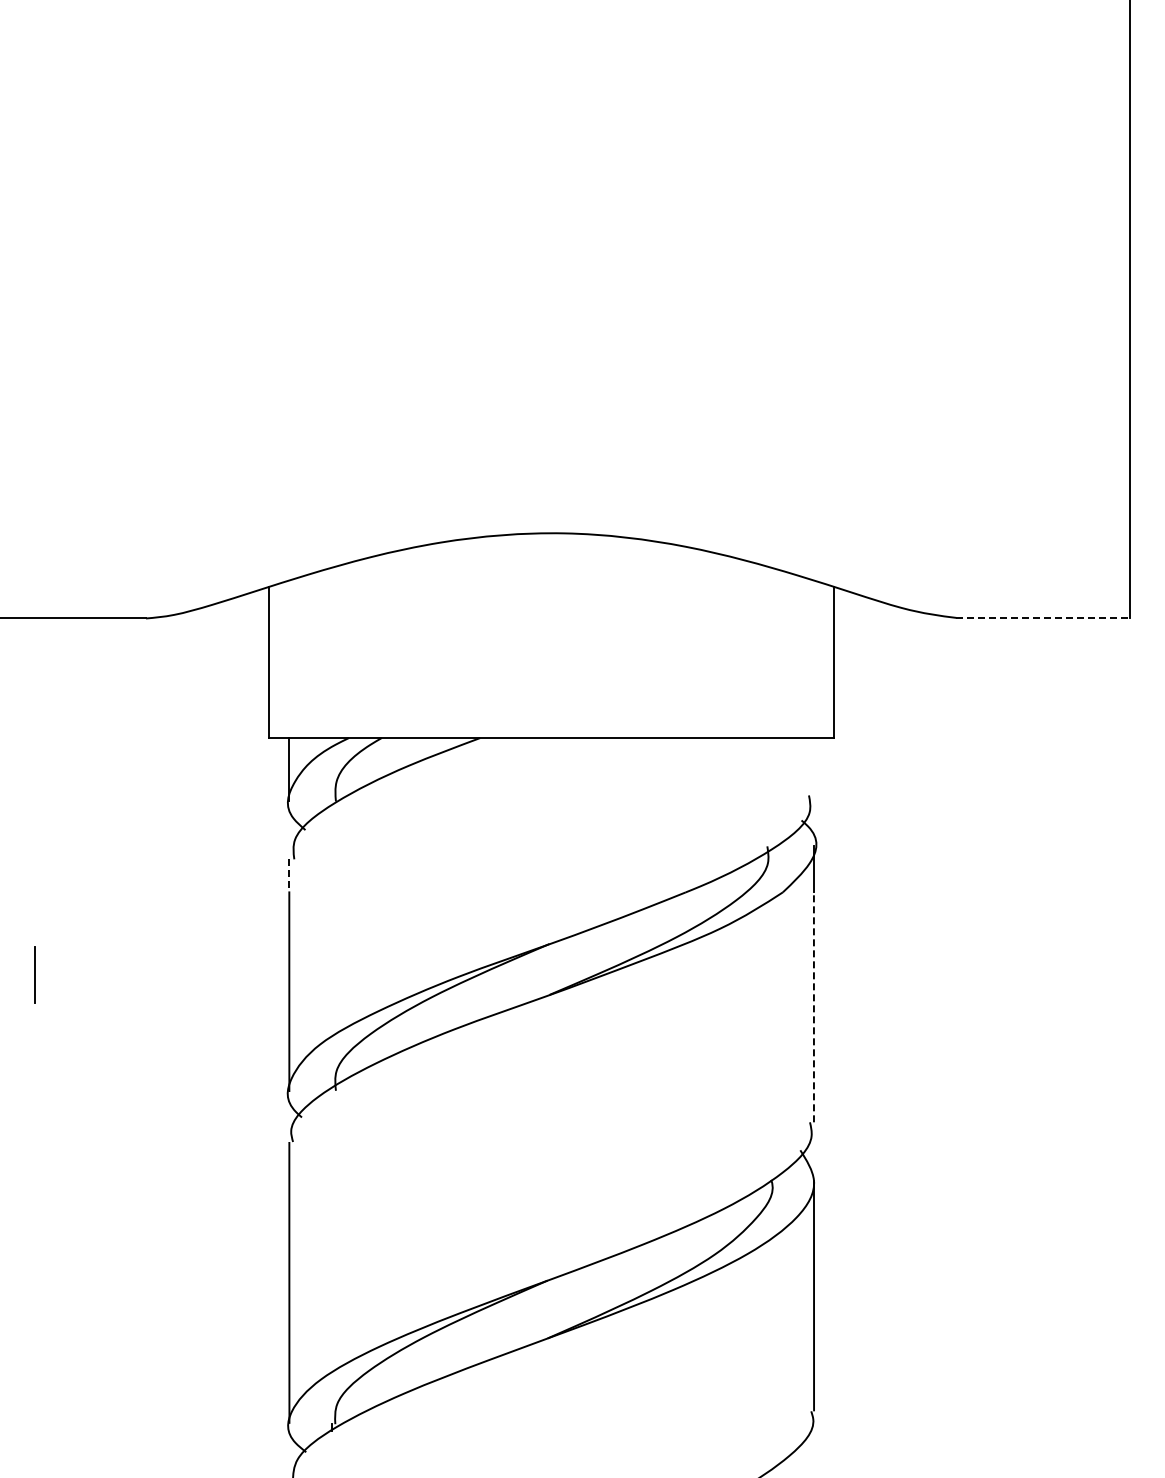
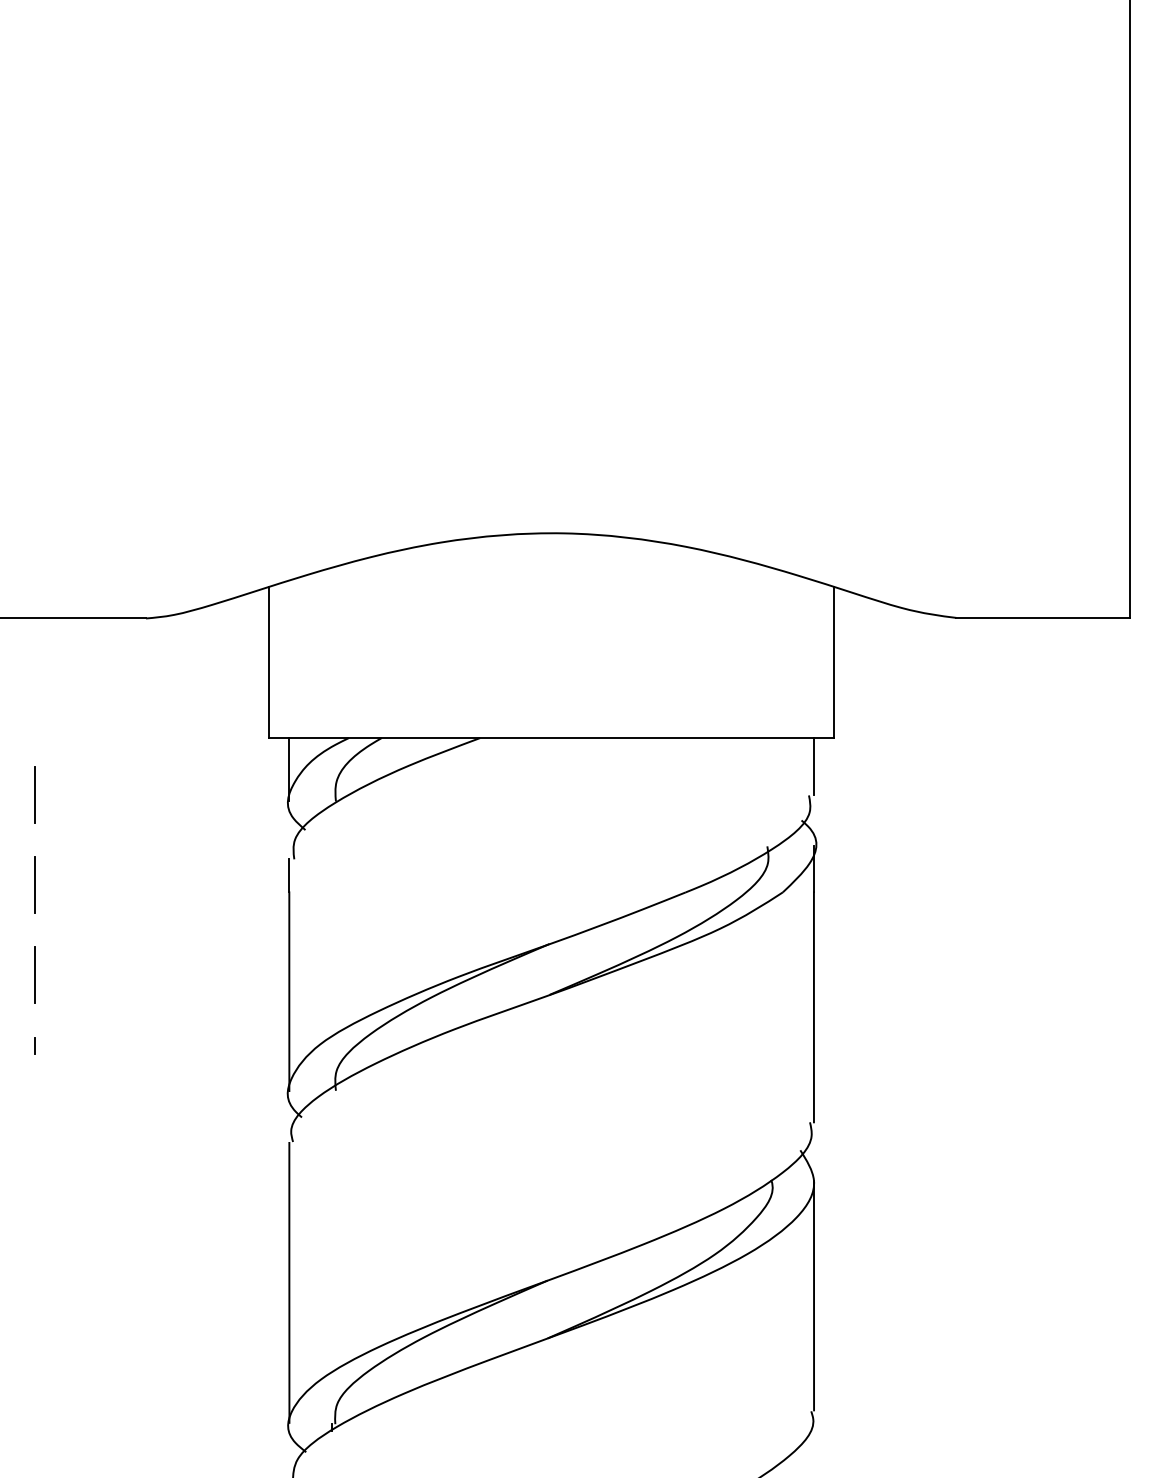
line at (1043, 618): dashed -> solid
line at (813, 766): none -> present
line at (34, 794): none -> present
line at (289, 875): dashed -> solid
line at (34, 885): none -> present
line at (813, 1007): dashed -> solid
line at (34, 1045): none -> present
